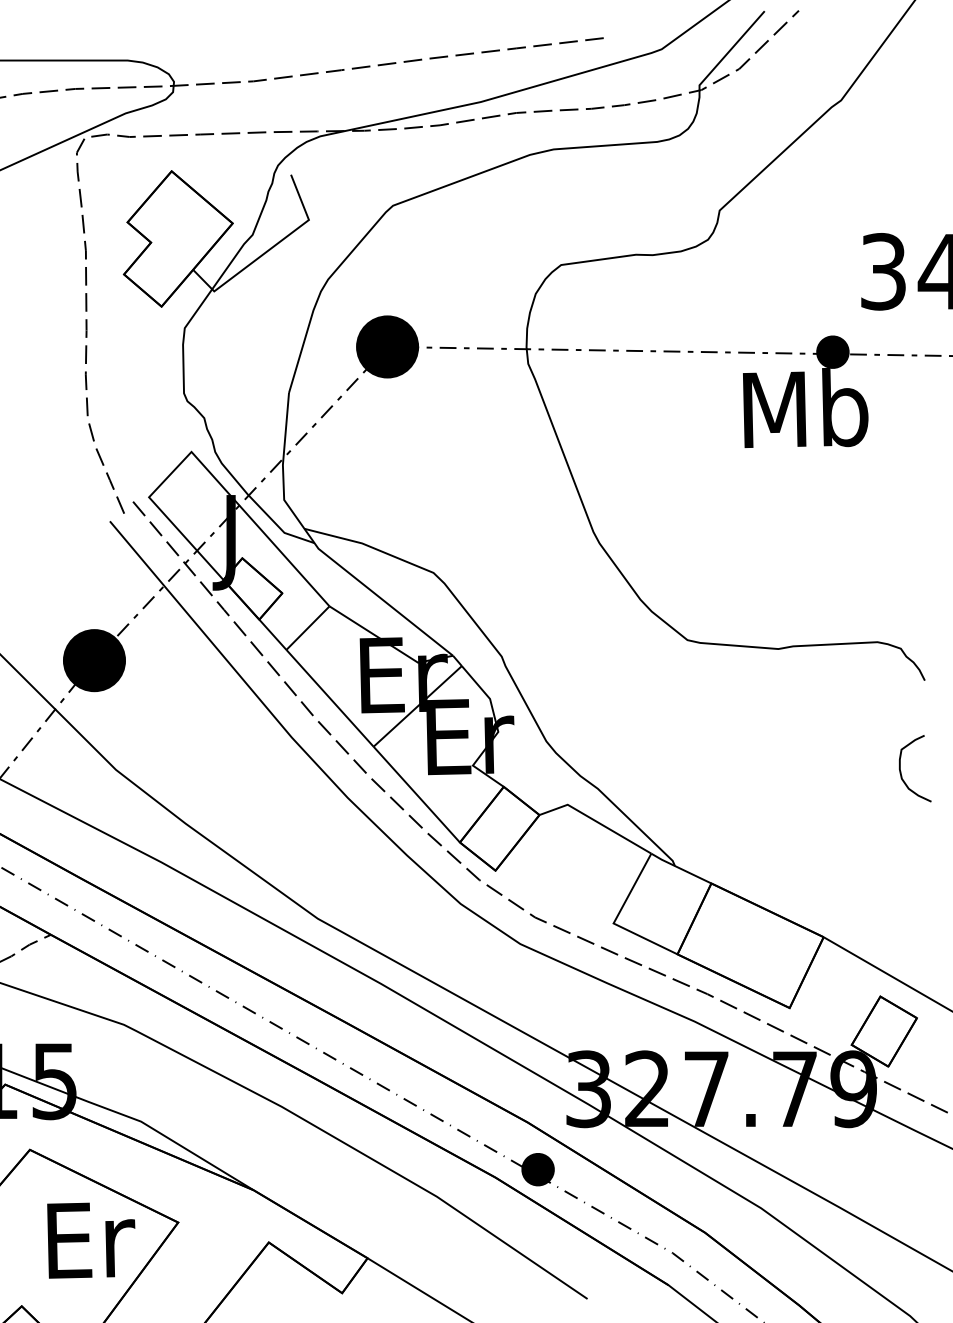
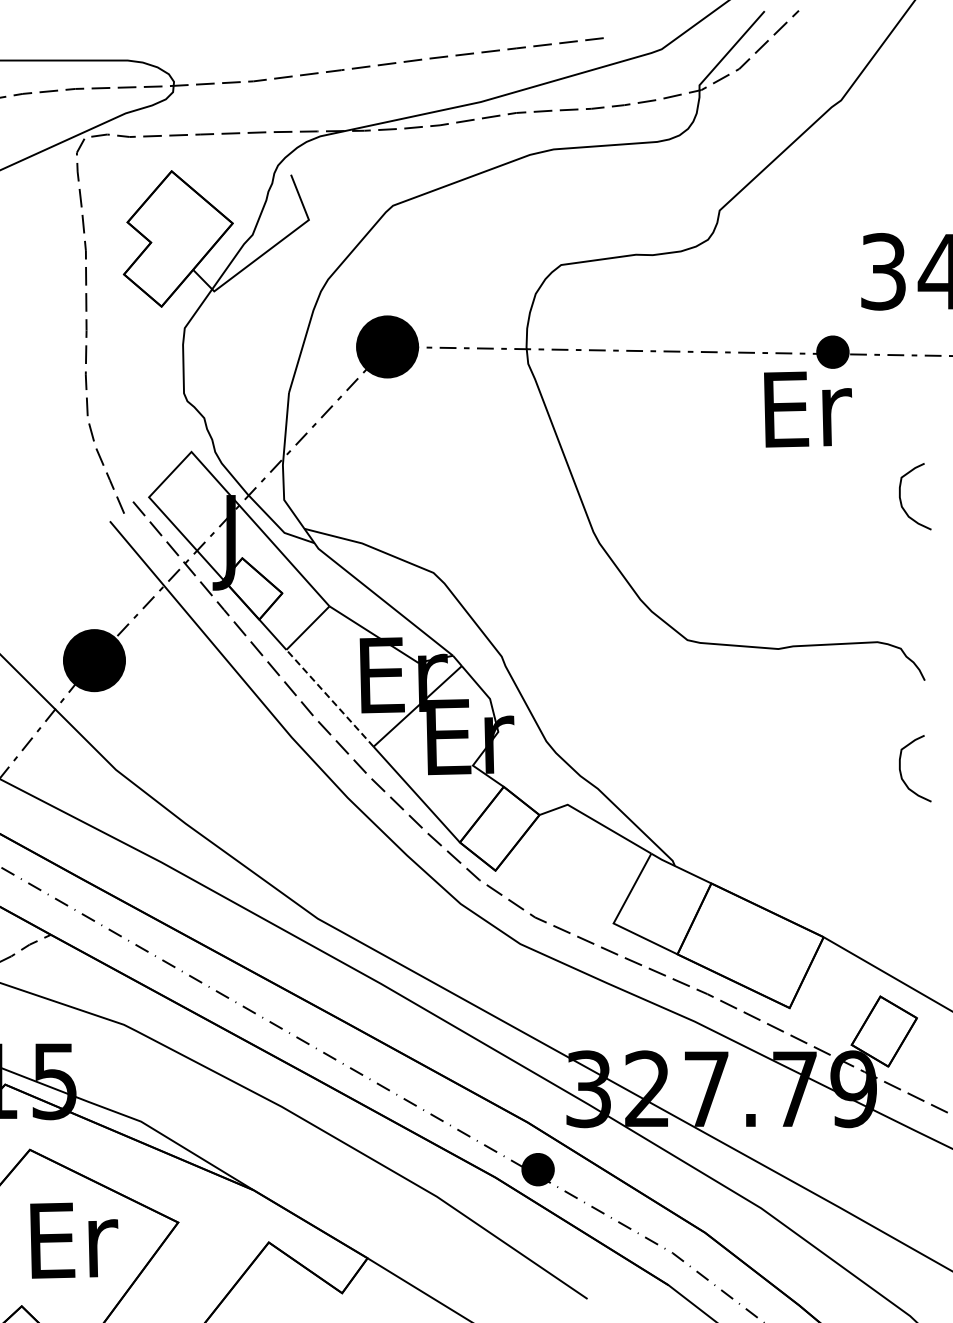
text at (805, 408): Mb -> Er
curve at (901, 499): none -> present
line at (329, 697): solid -> dashed
text at (91, 1240) position: (91, 1240) -> (74, 1240)
